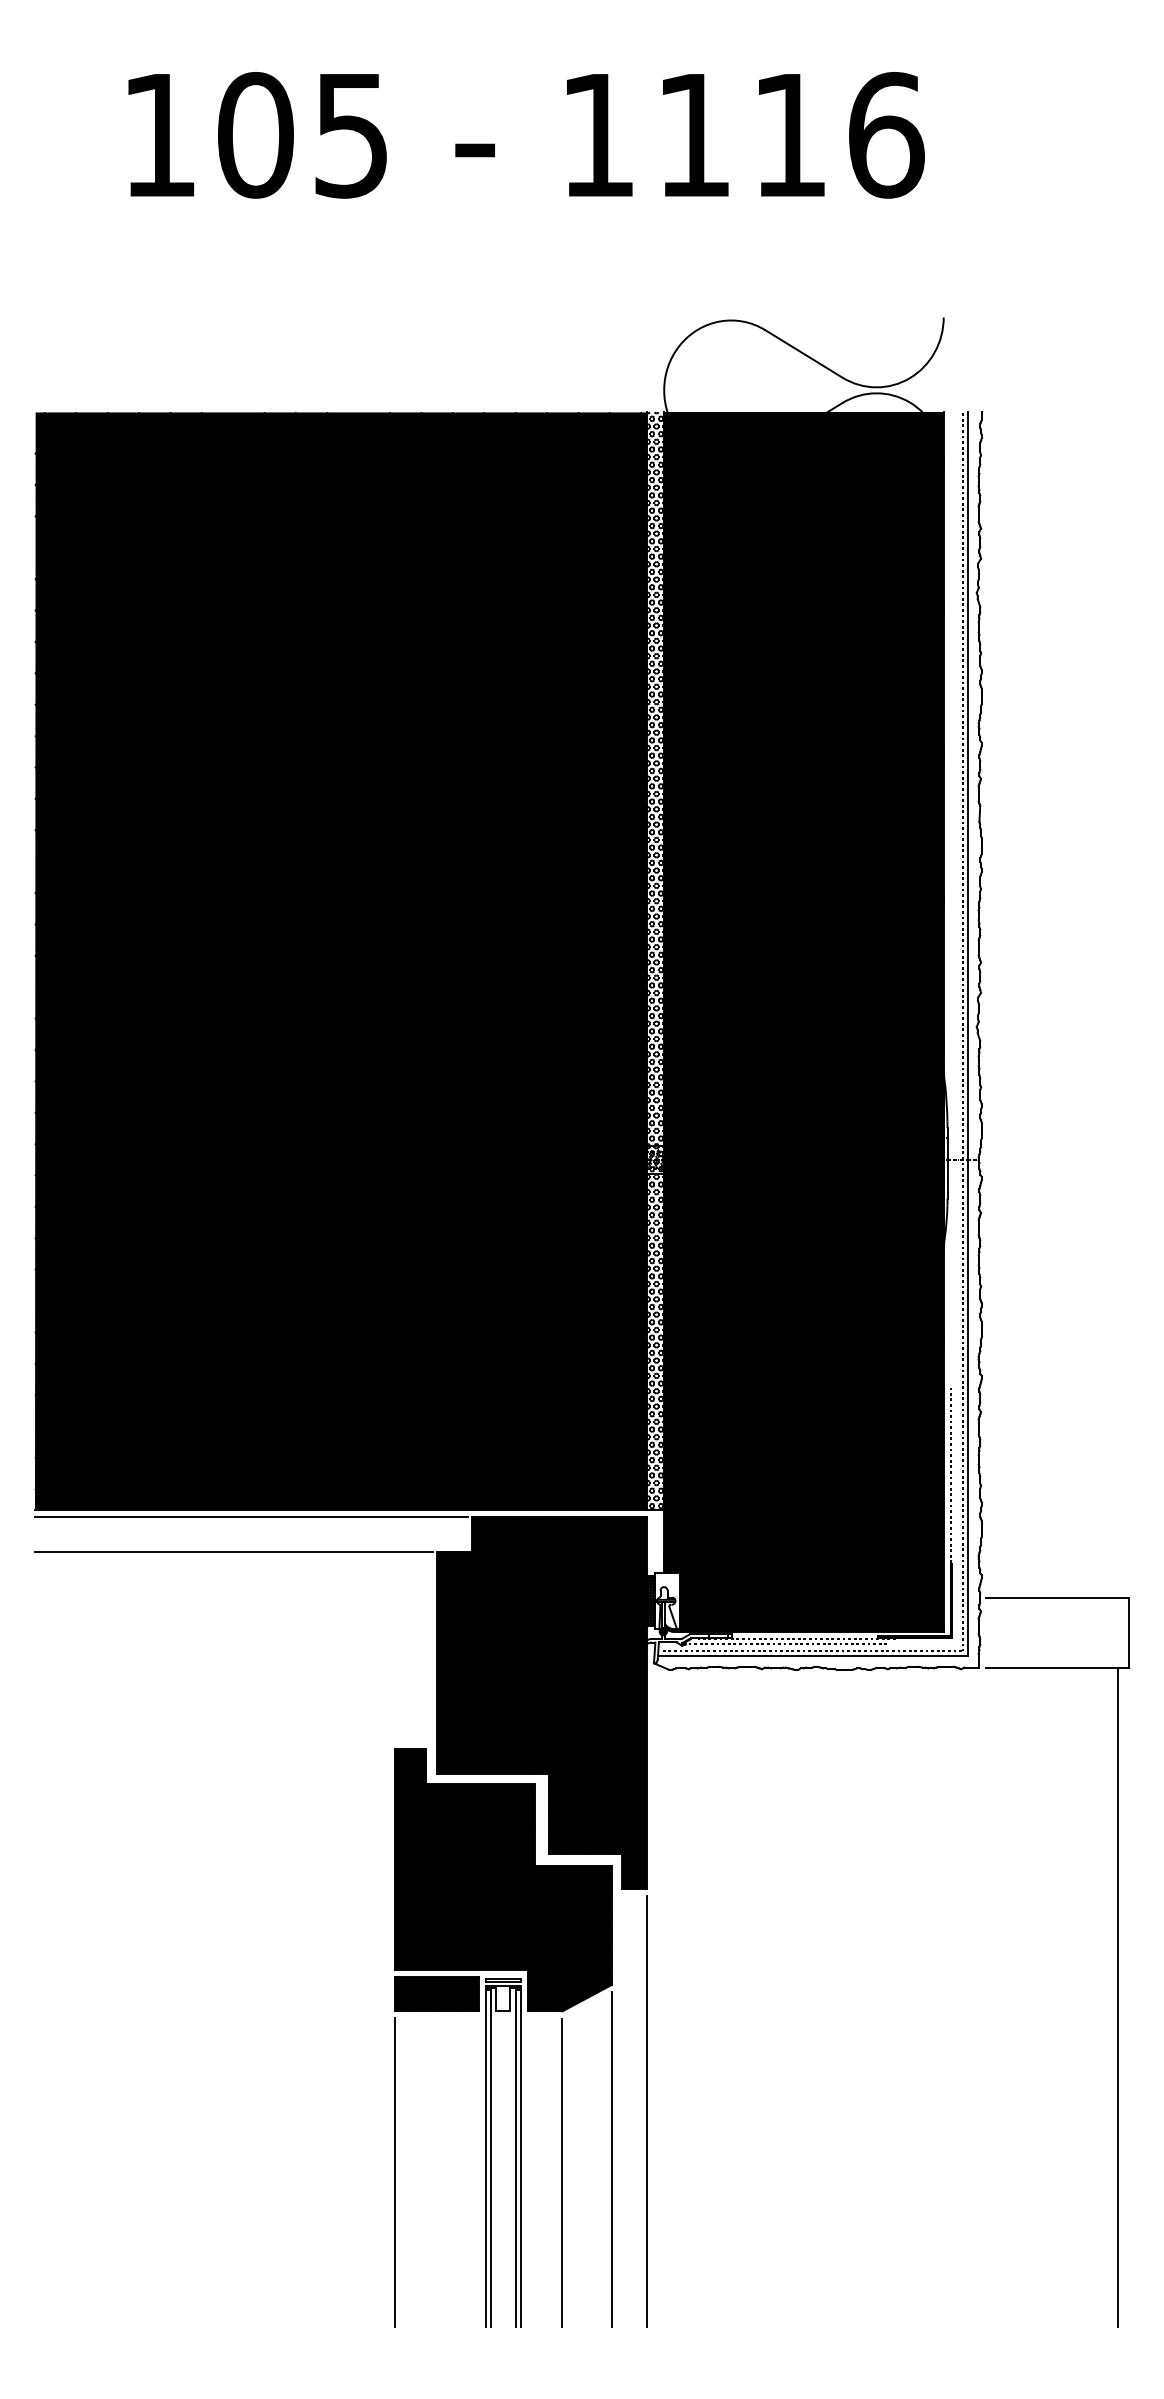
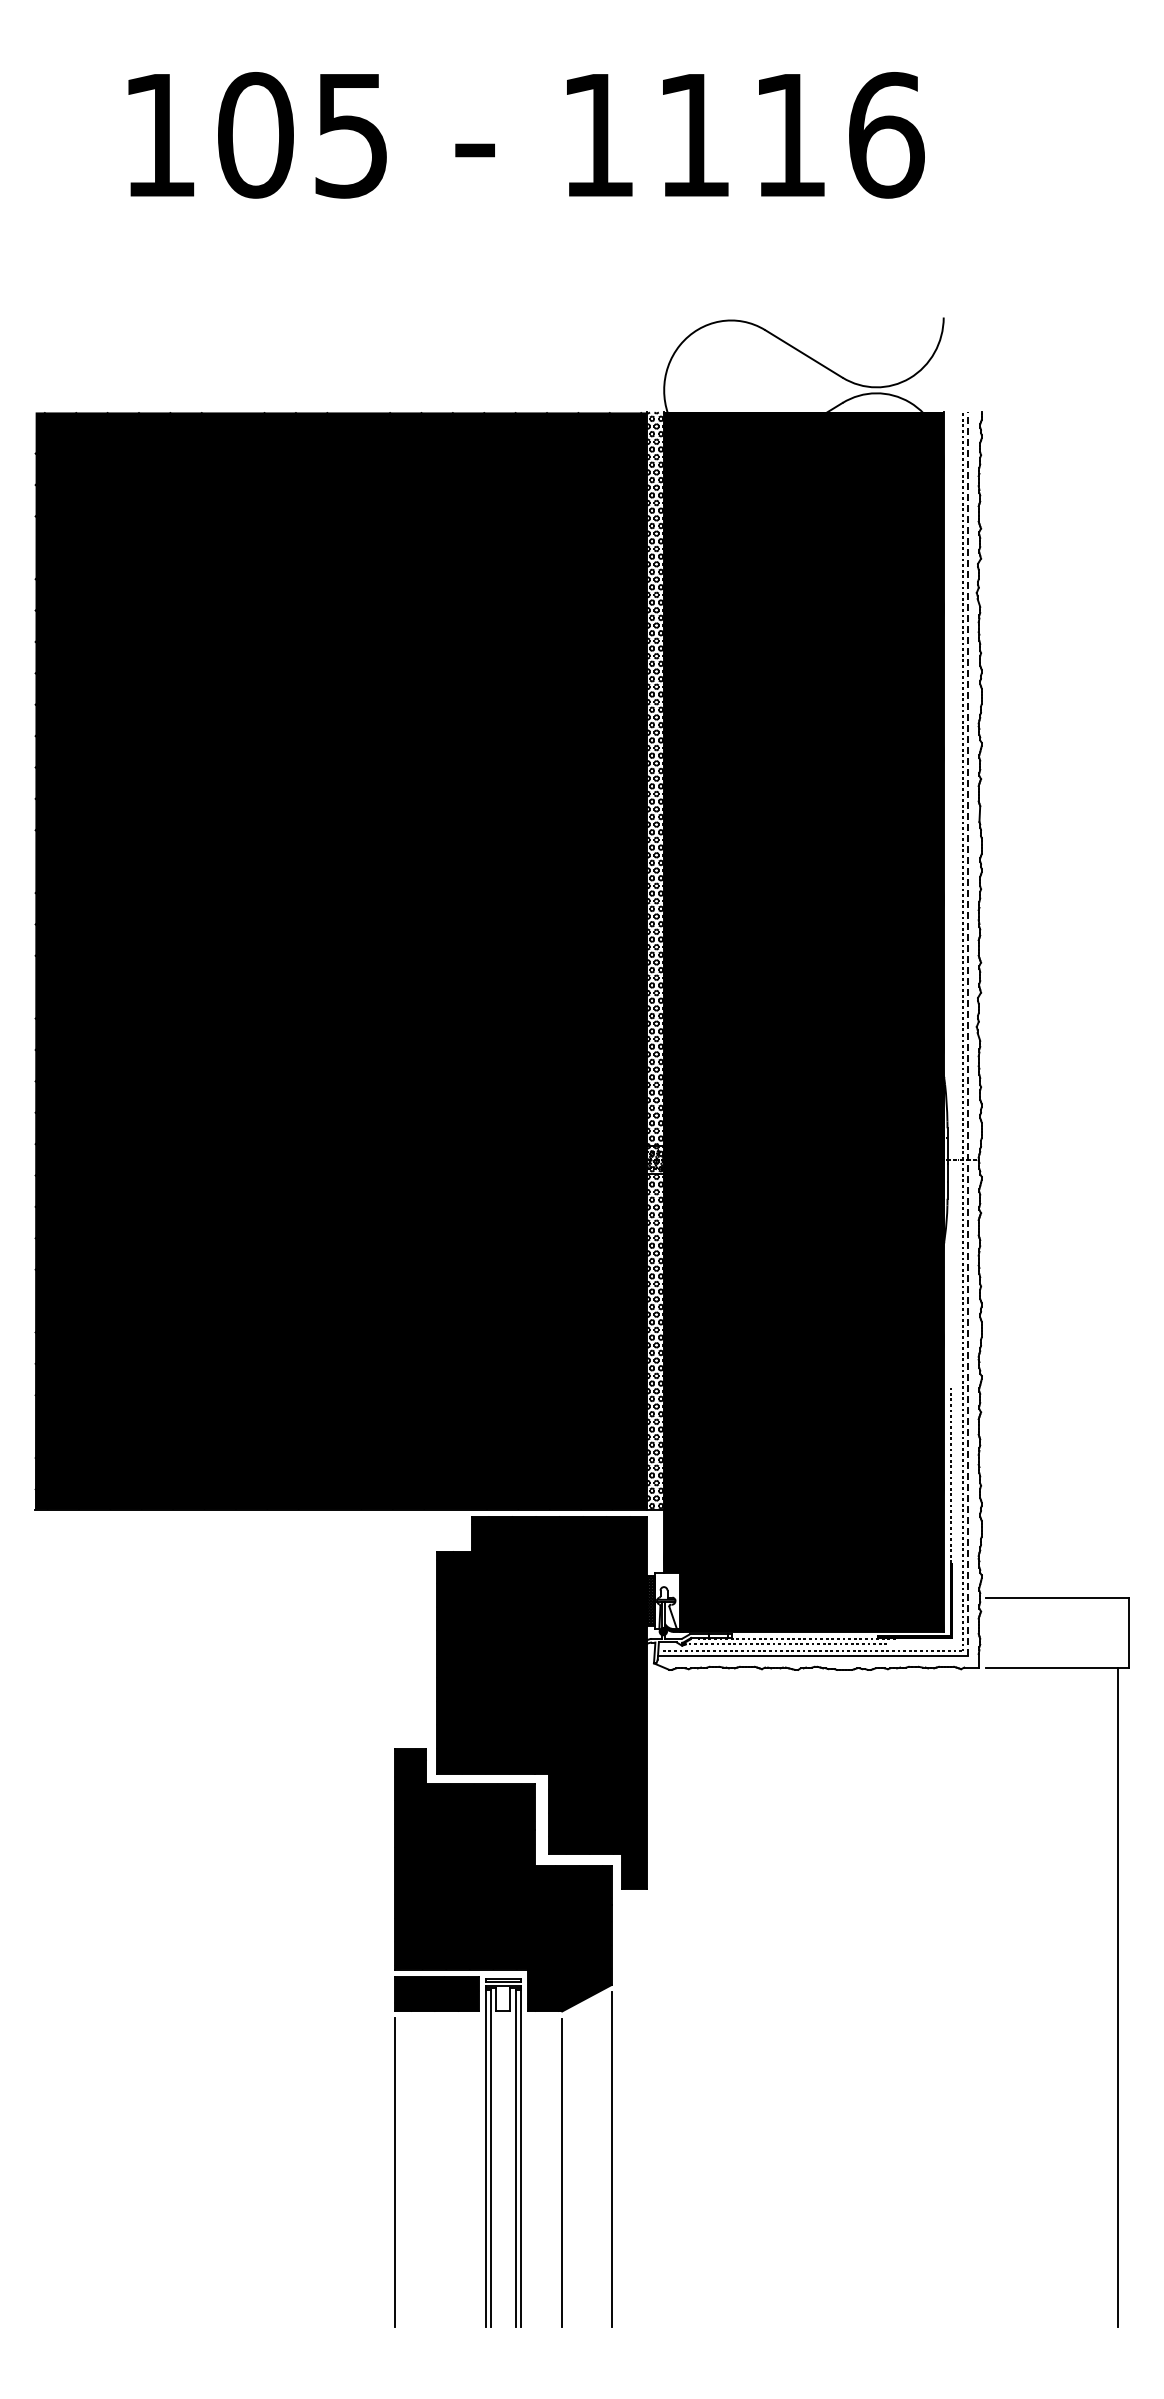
line at (968, 1034): solid -> dashed
line at (251, 1516): present -> none
line at (234, 1551): present -> none
line at (646, 2111): present -> none
